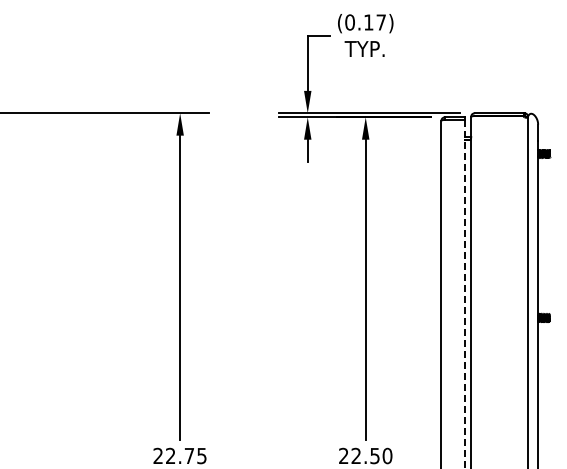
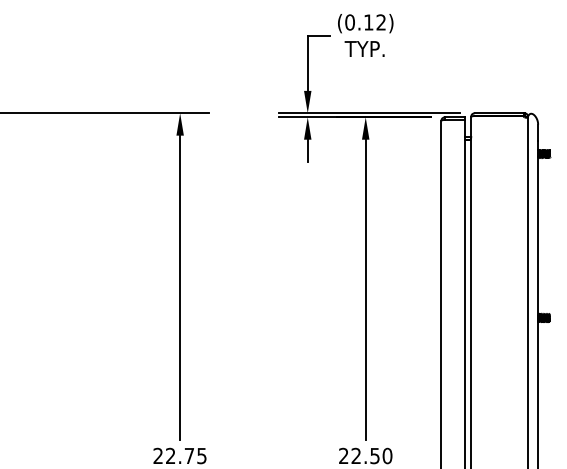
text at (380, 22): (0.17) -> (0.12)
line at (465, 294): dashed -> solid
